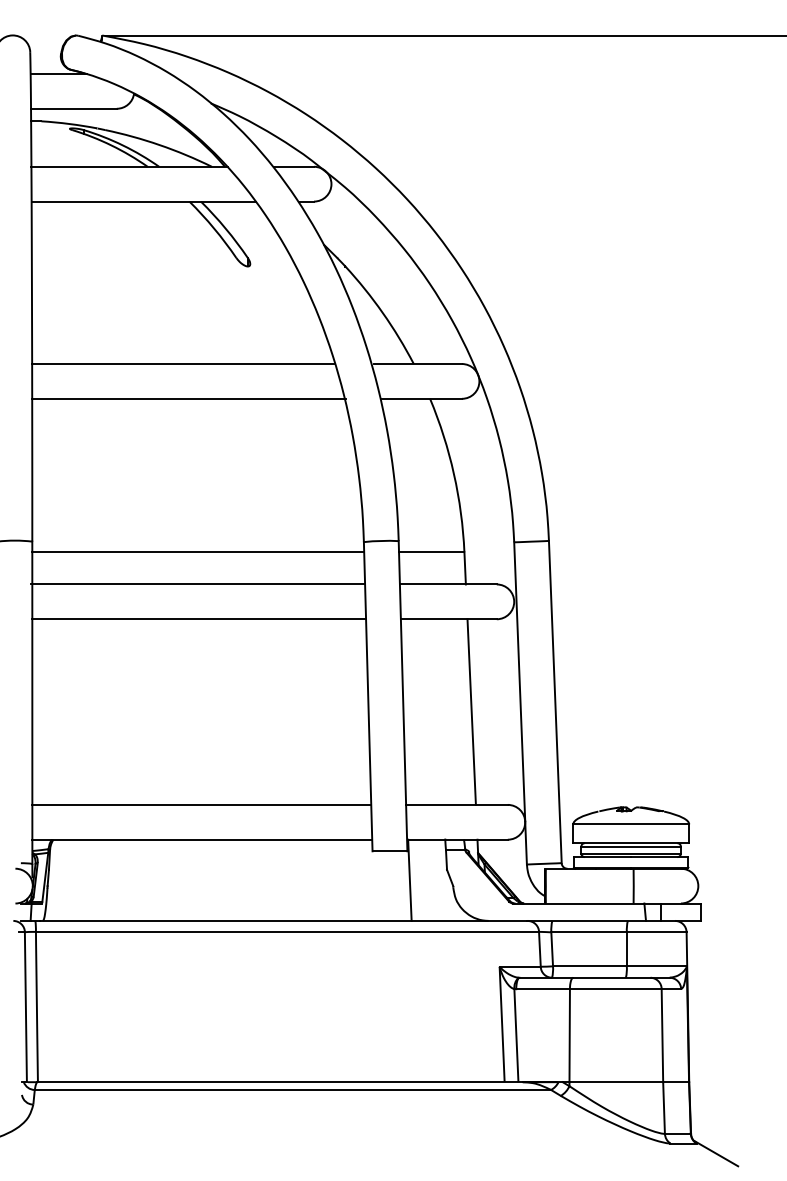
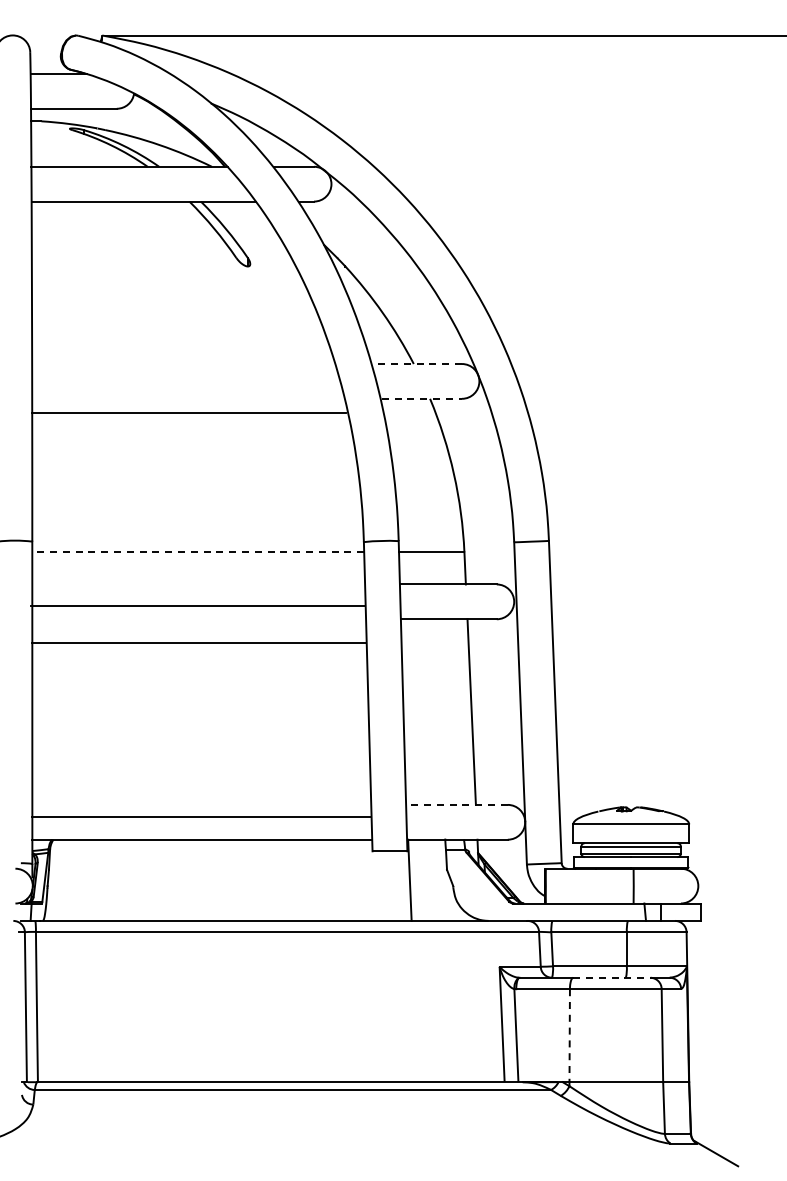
line at (183, 364): present -> none
line at (417, 364): solid -> dashed
line at (189, 398) position: (189, 398) -> (189, 412)
line at (422, 398): solid -> dashed
line at (198, 552): solid -> dashed
line at (197, 584) position: (197, 584) -> (197, 606)
line at (199, 619) position: (199, 619) -> (199, 643)
line at (201, 804) position: (201, 804) -> (201, 816)
line at (456, 804): solid -> dashed
line at (611, 977): solid -> dashed
line at (569, 1036): solid -> dashed
